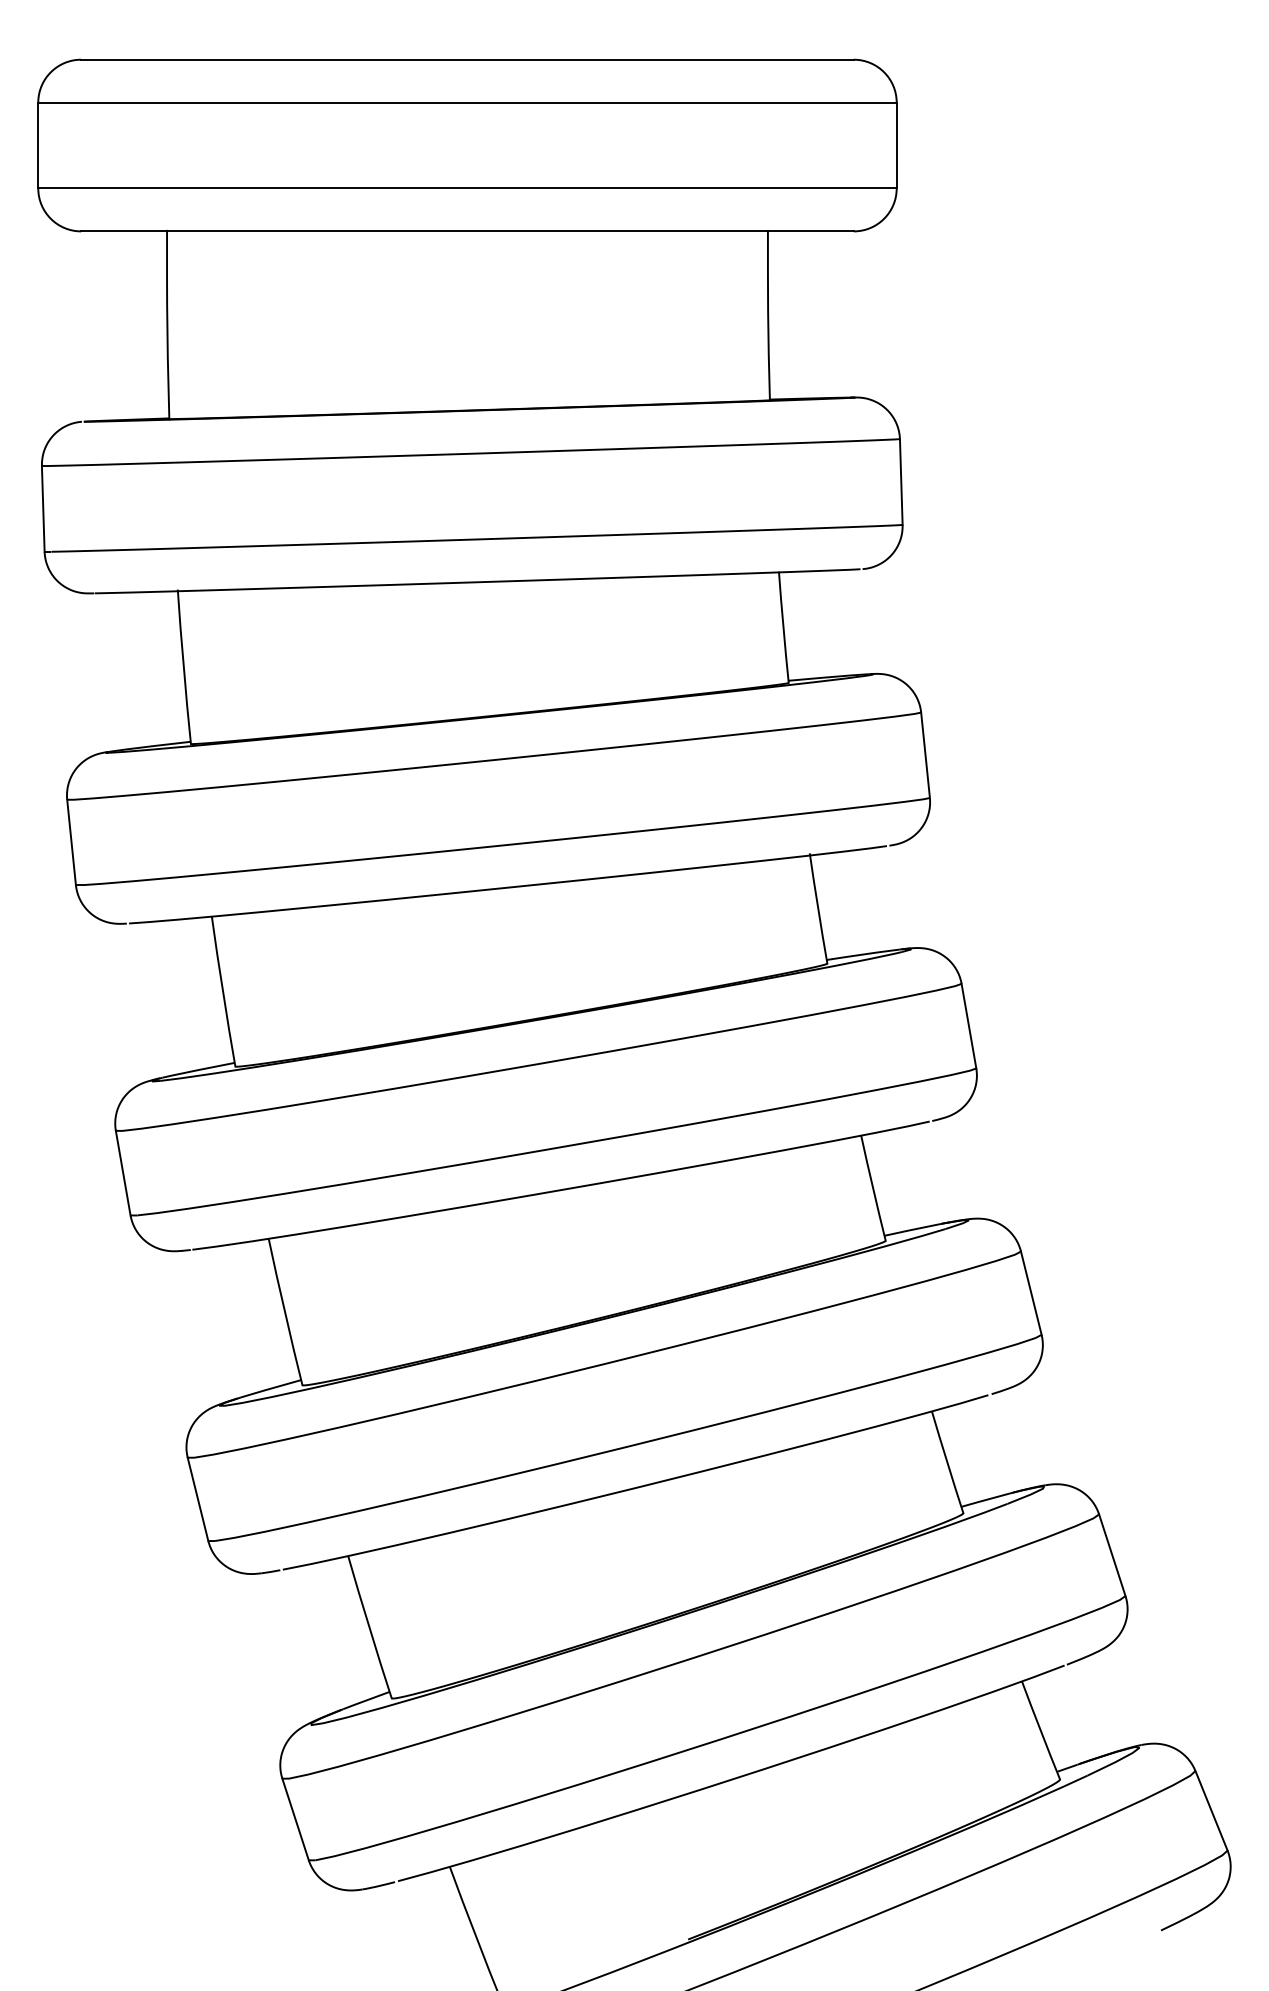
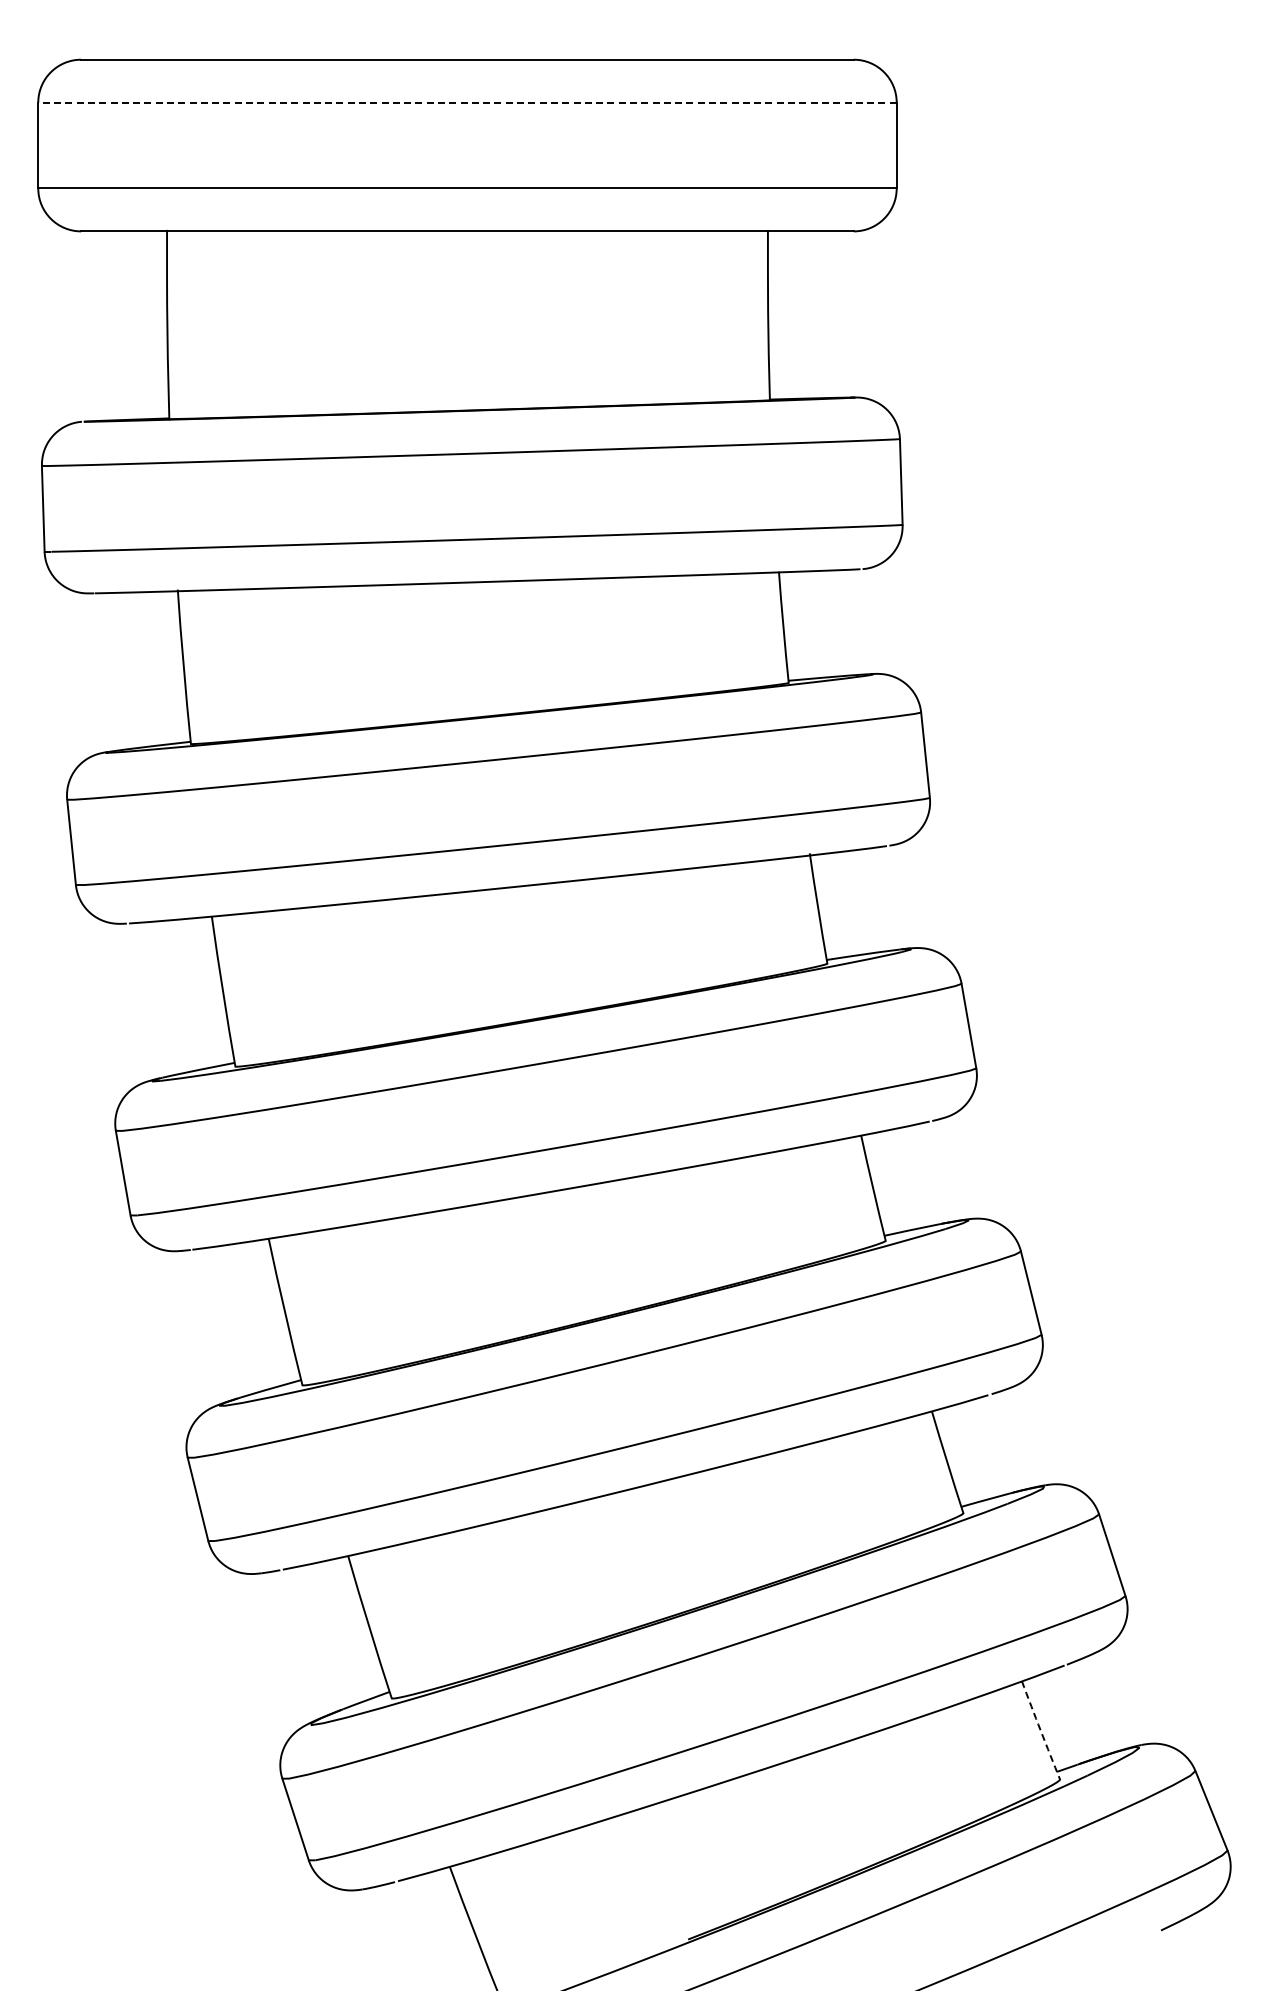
line at (466, 102): solid -> dashed
arc at (1040, 1730): solid -> dashed
